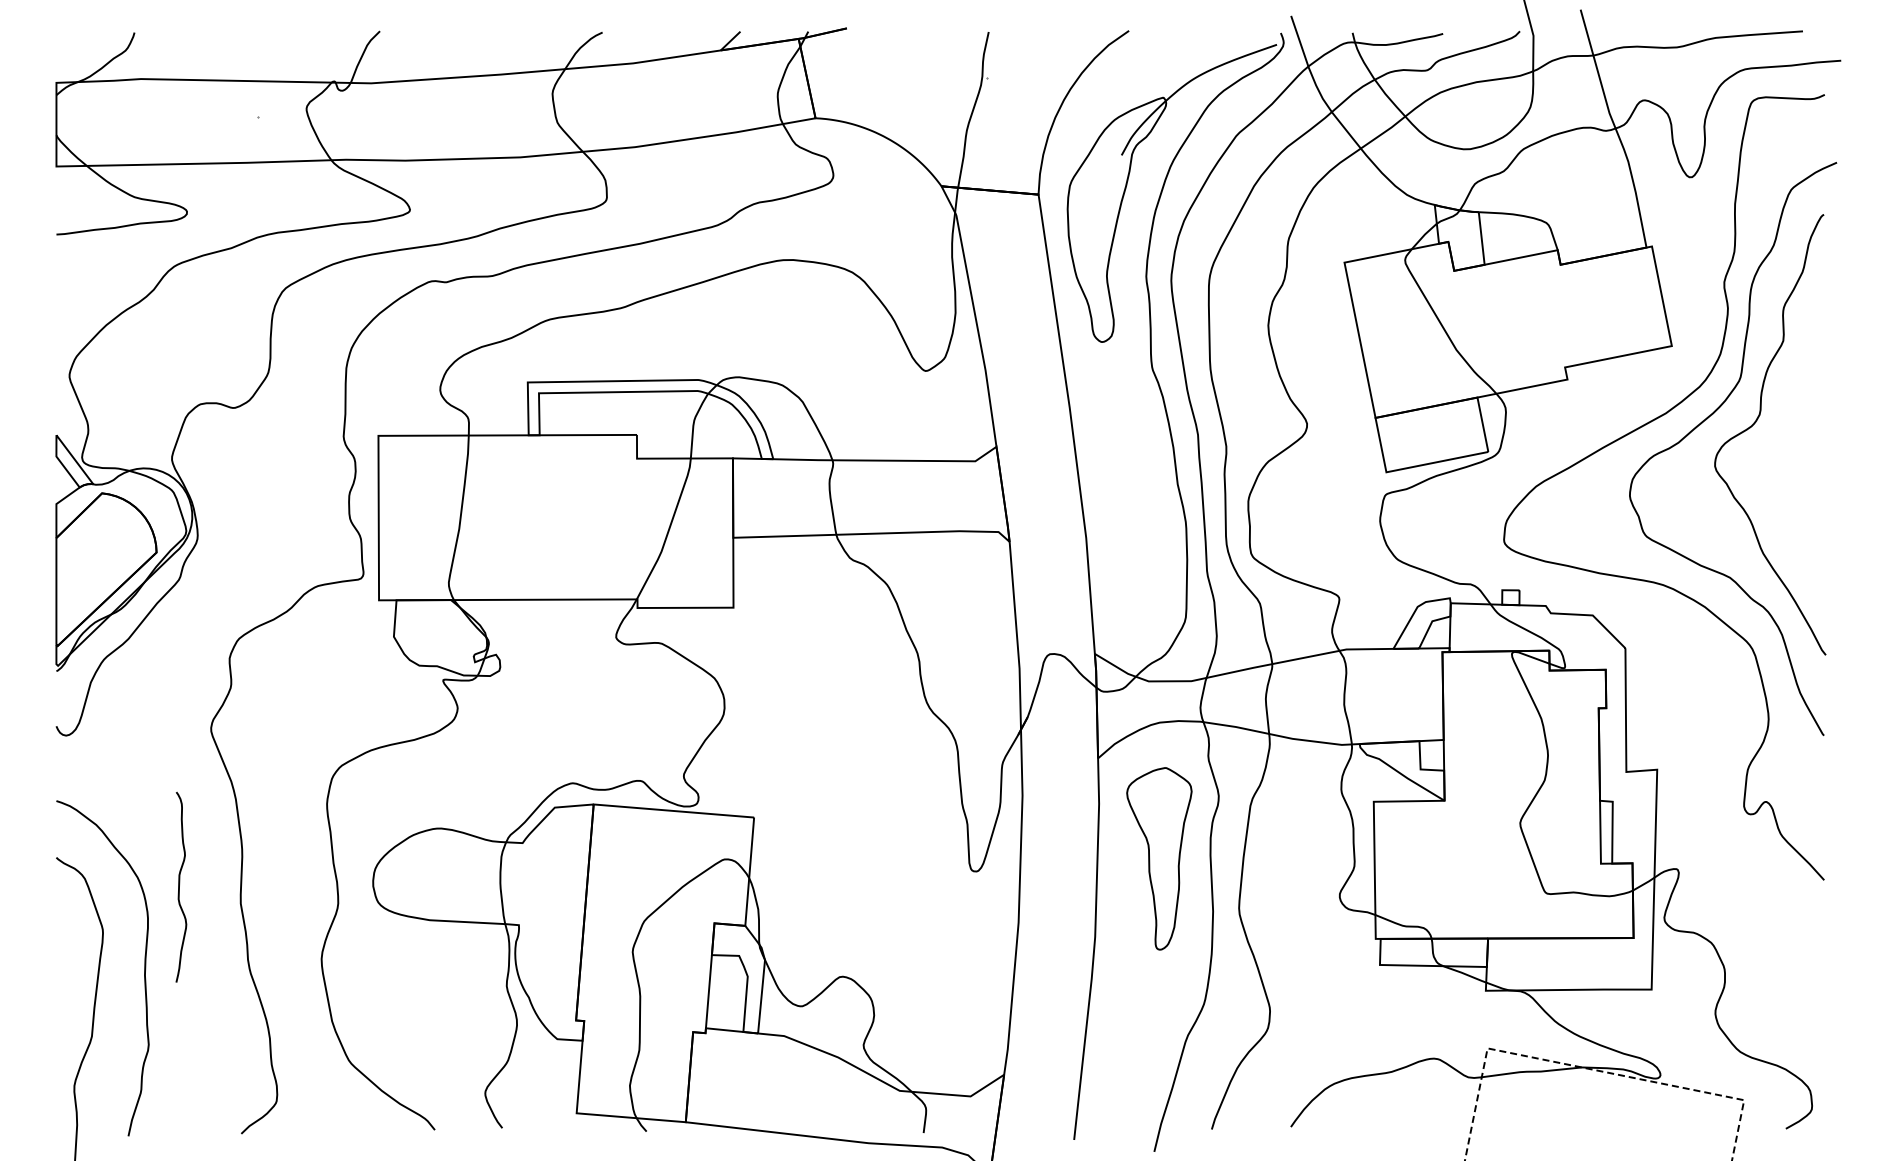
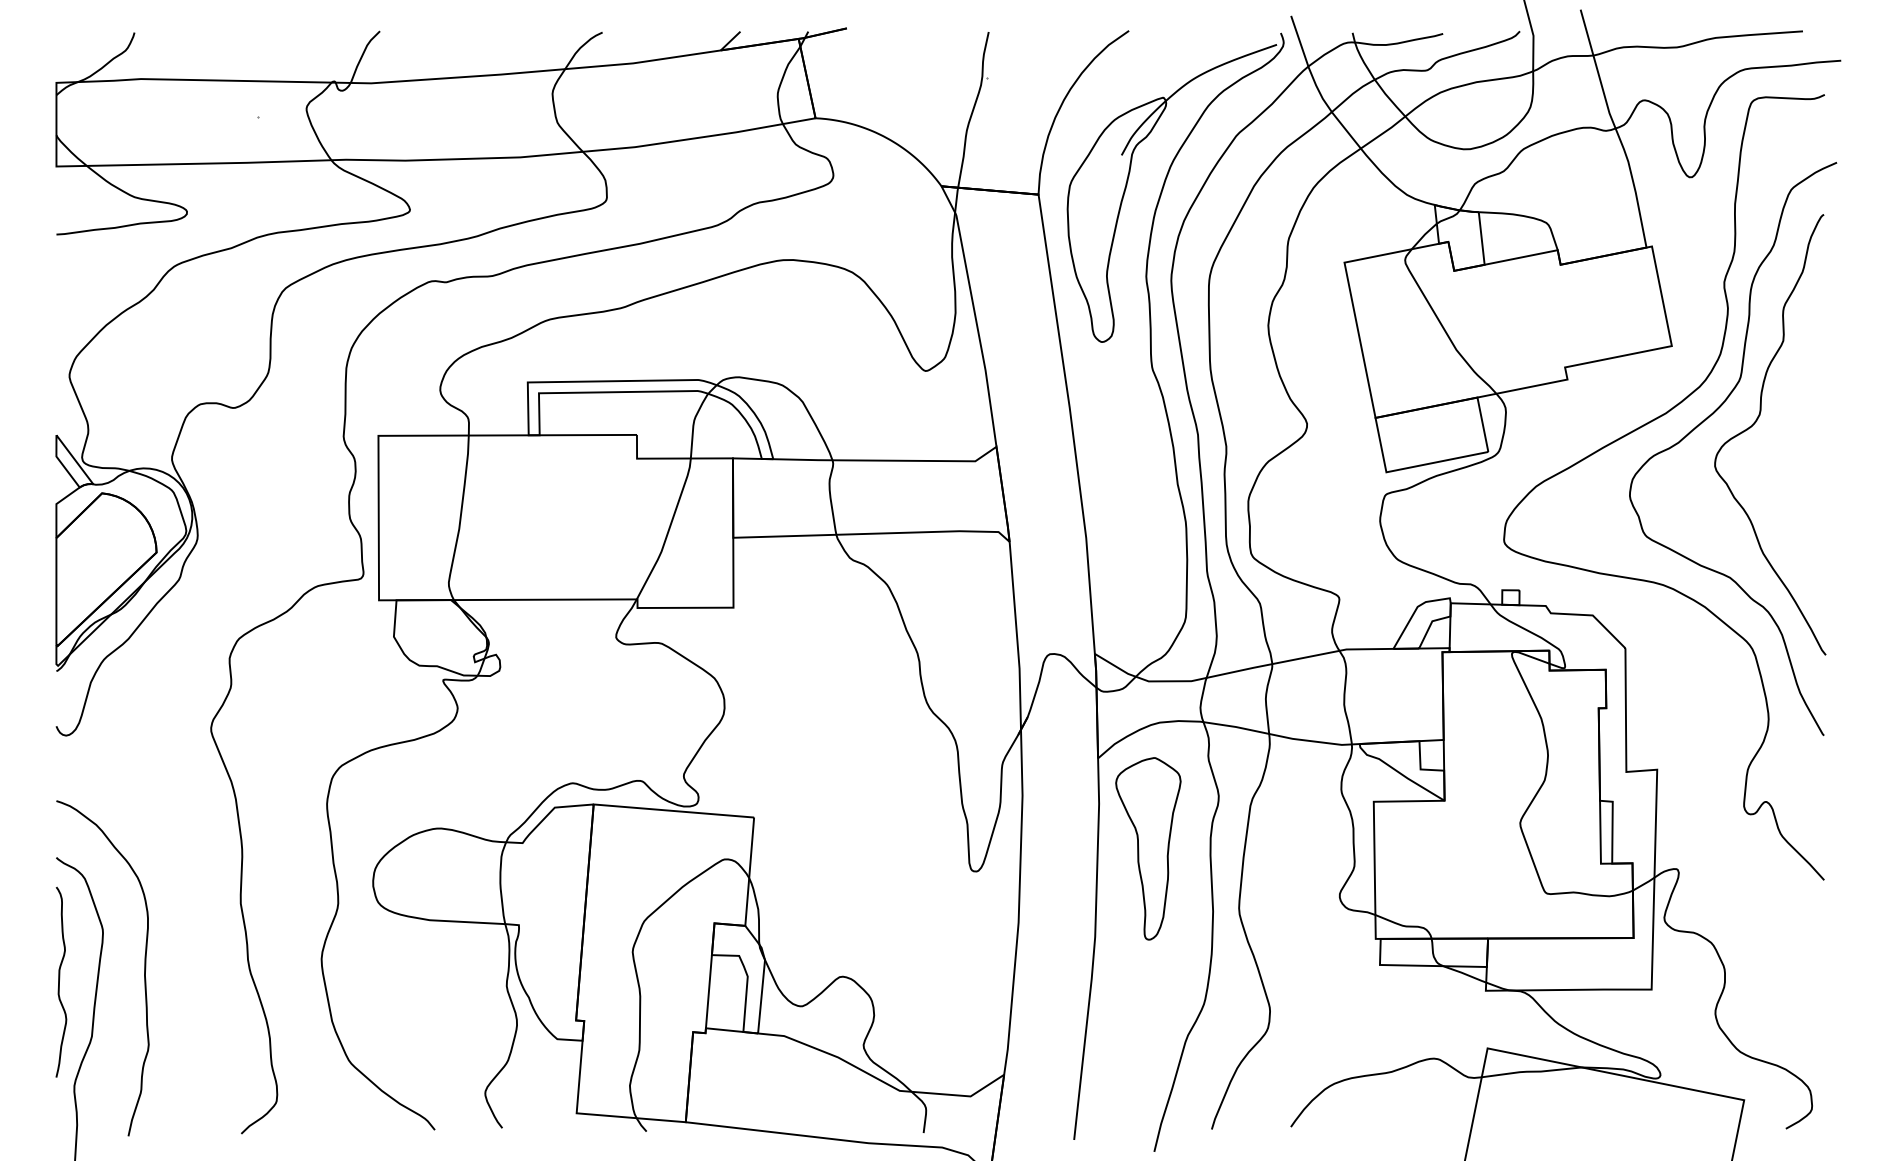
part at (1159, 858) position: (1159, 858) -> (1148, 848)
curve at (179, 886) position: (179, 886) -> (59, 981)
line at (1590, 1069): dashed -> solid
